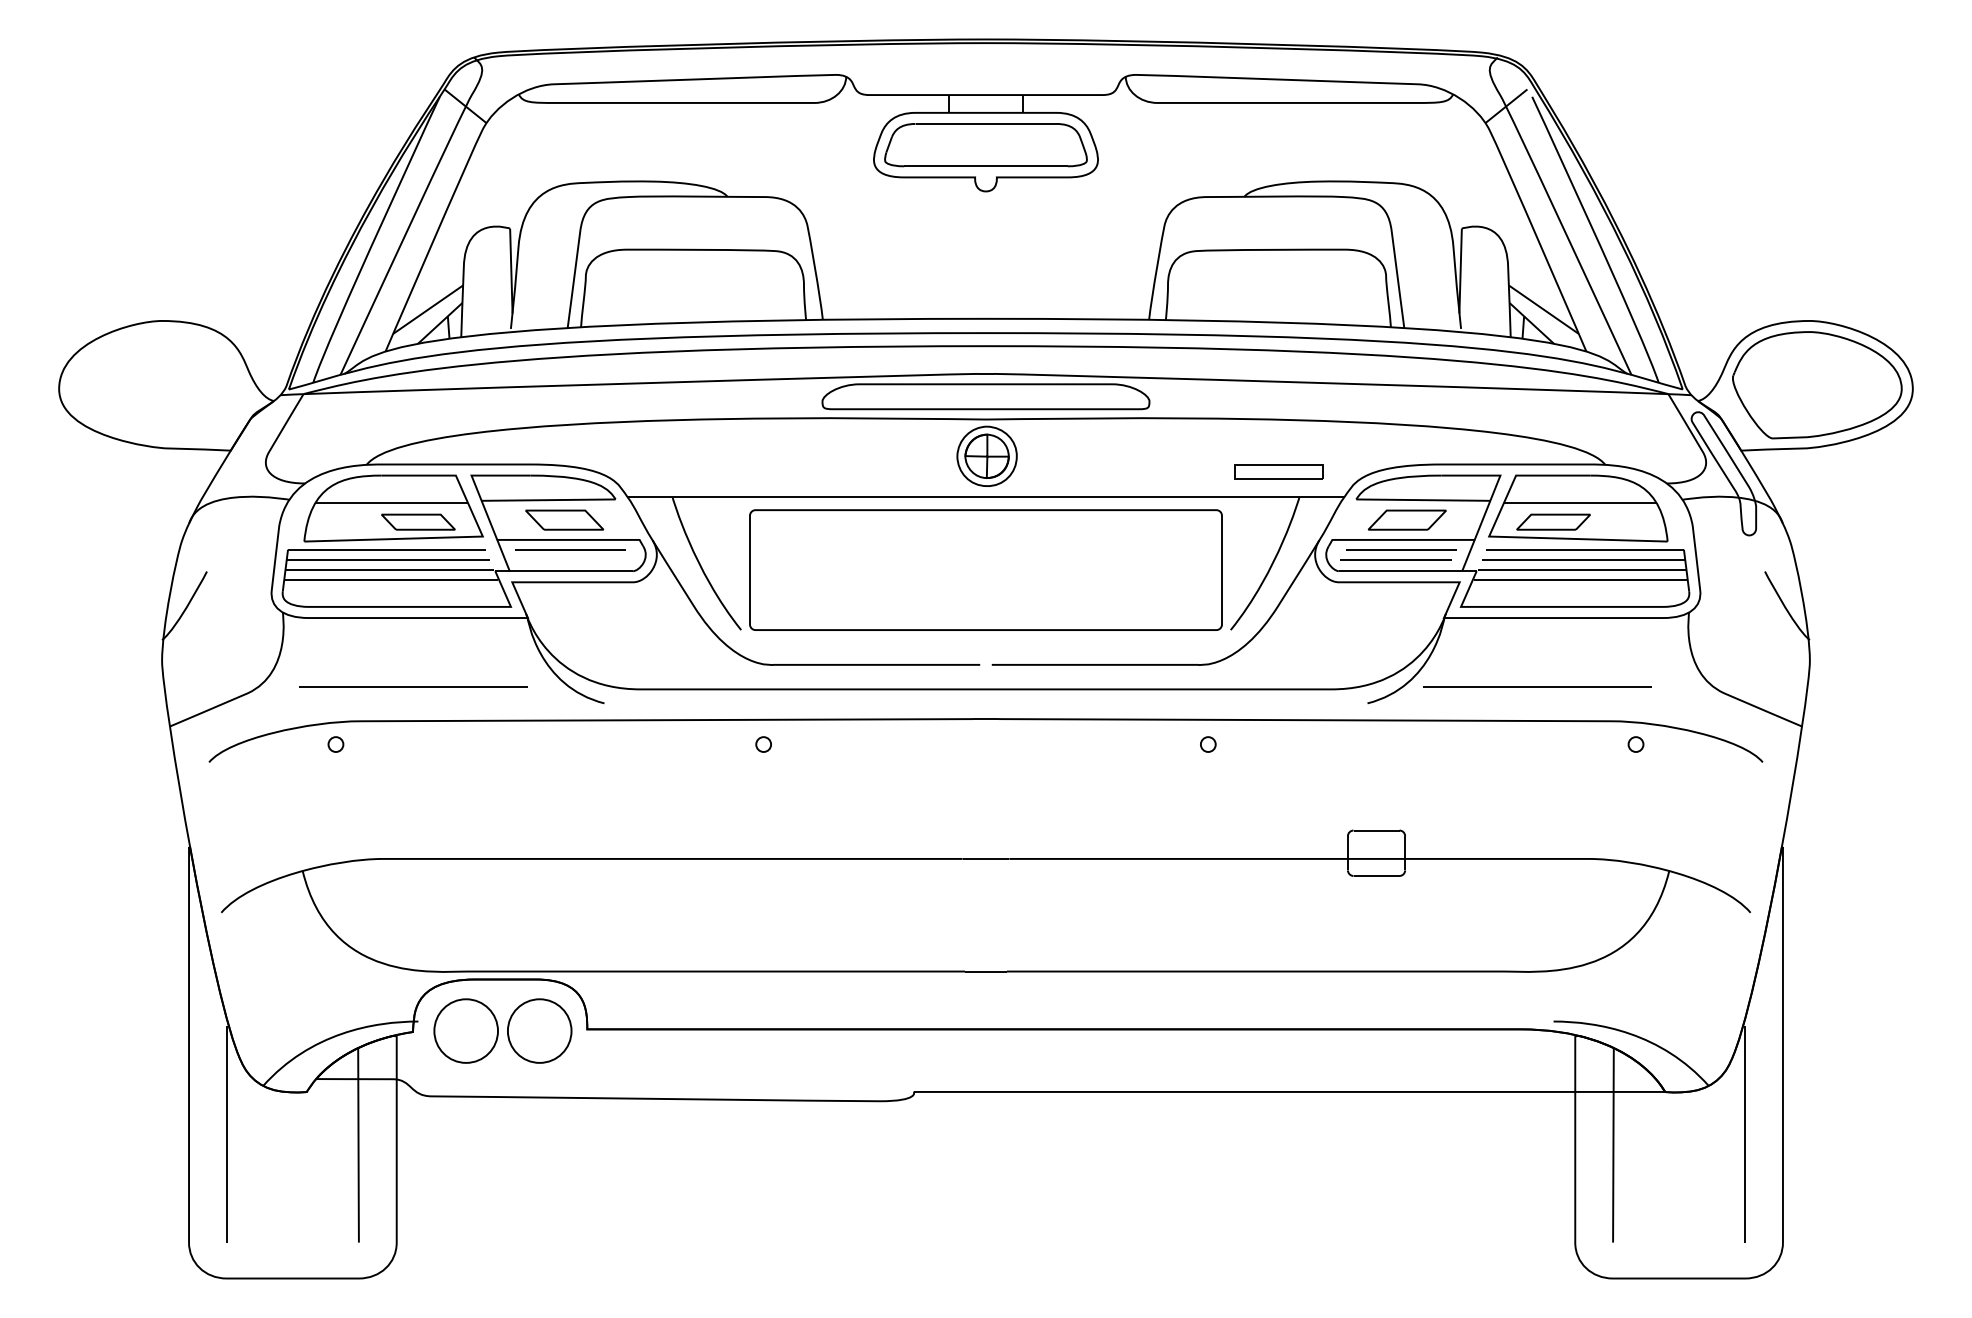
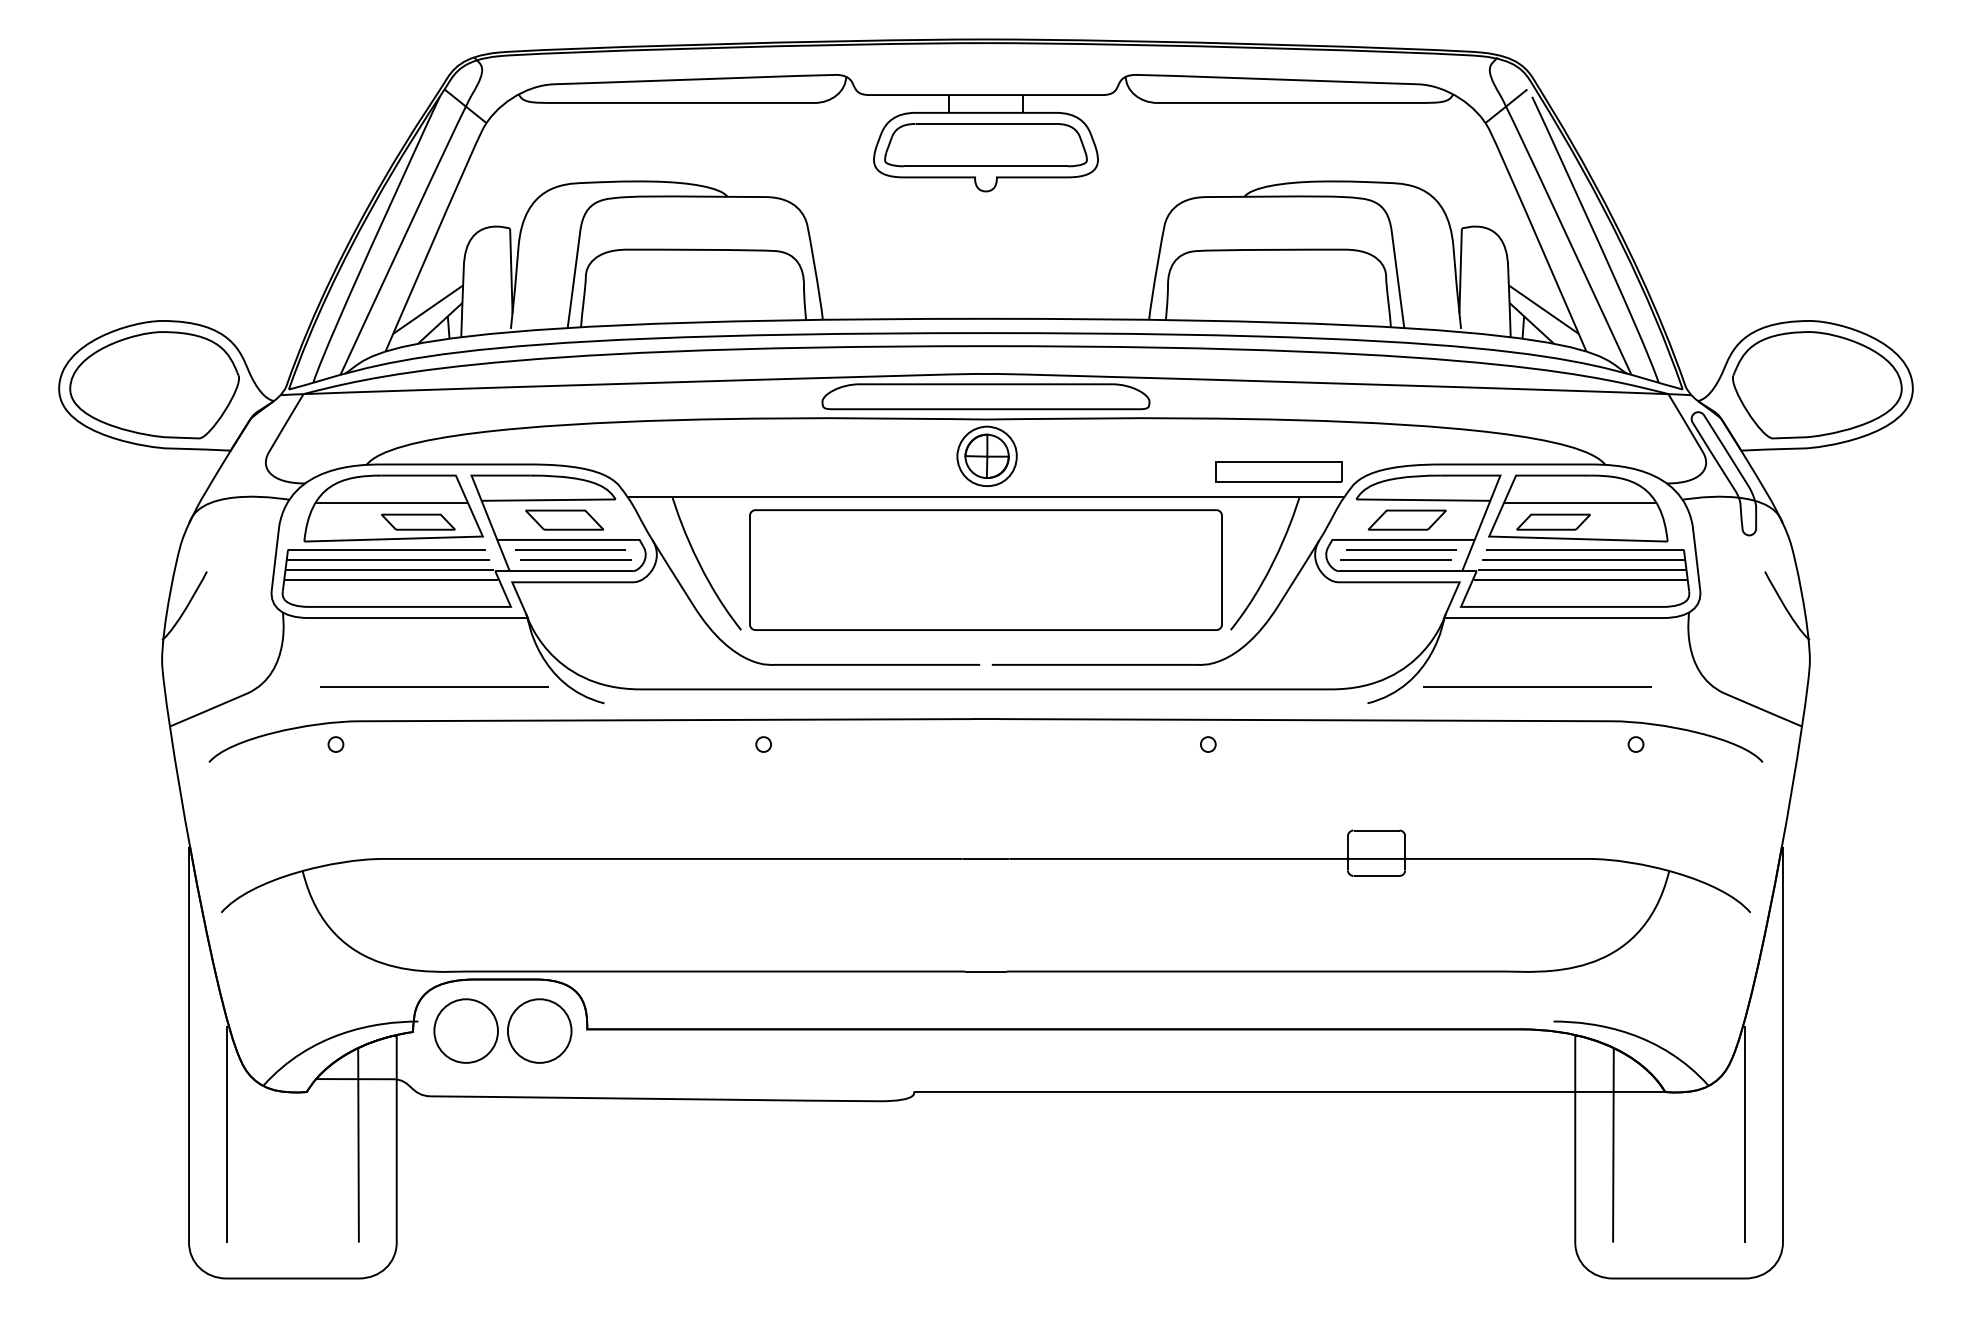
part at (154, 385): none -> present
part at (1278, 471) size: 90x16 px -> 128x22 px
line at (575, 559): none -> present
line at (413, 686) position: (413, 686) -> (434, 686)
